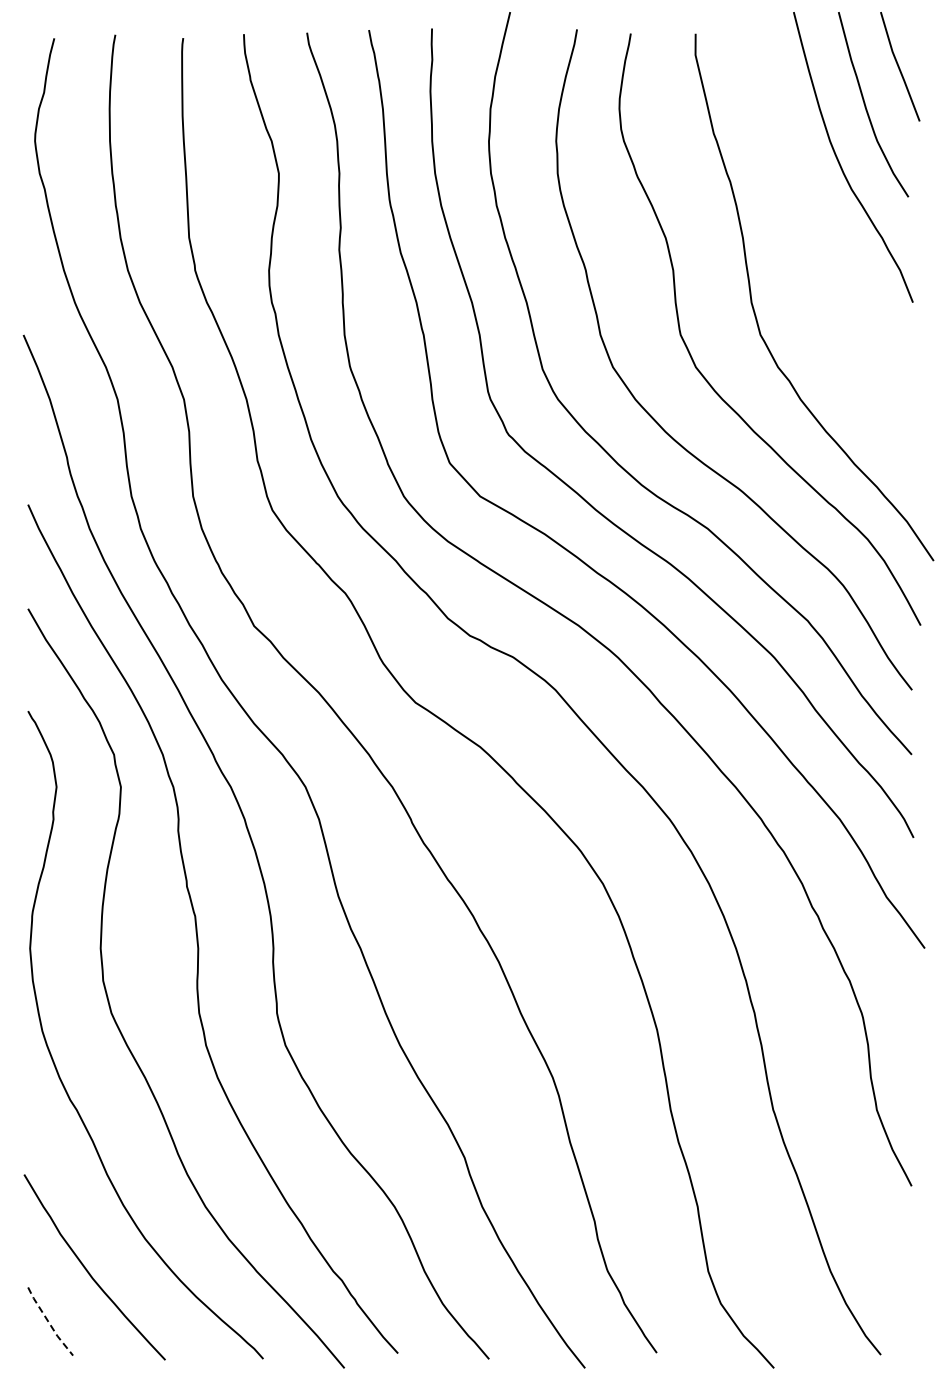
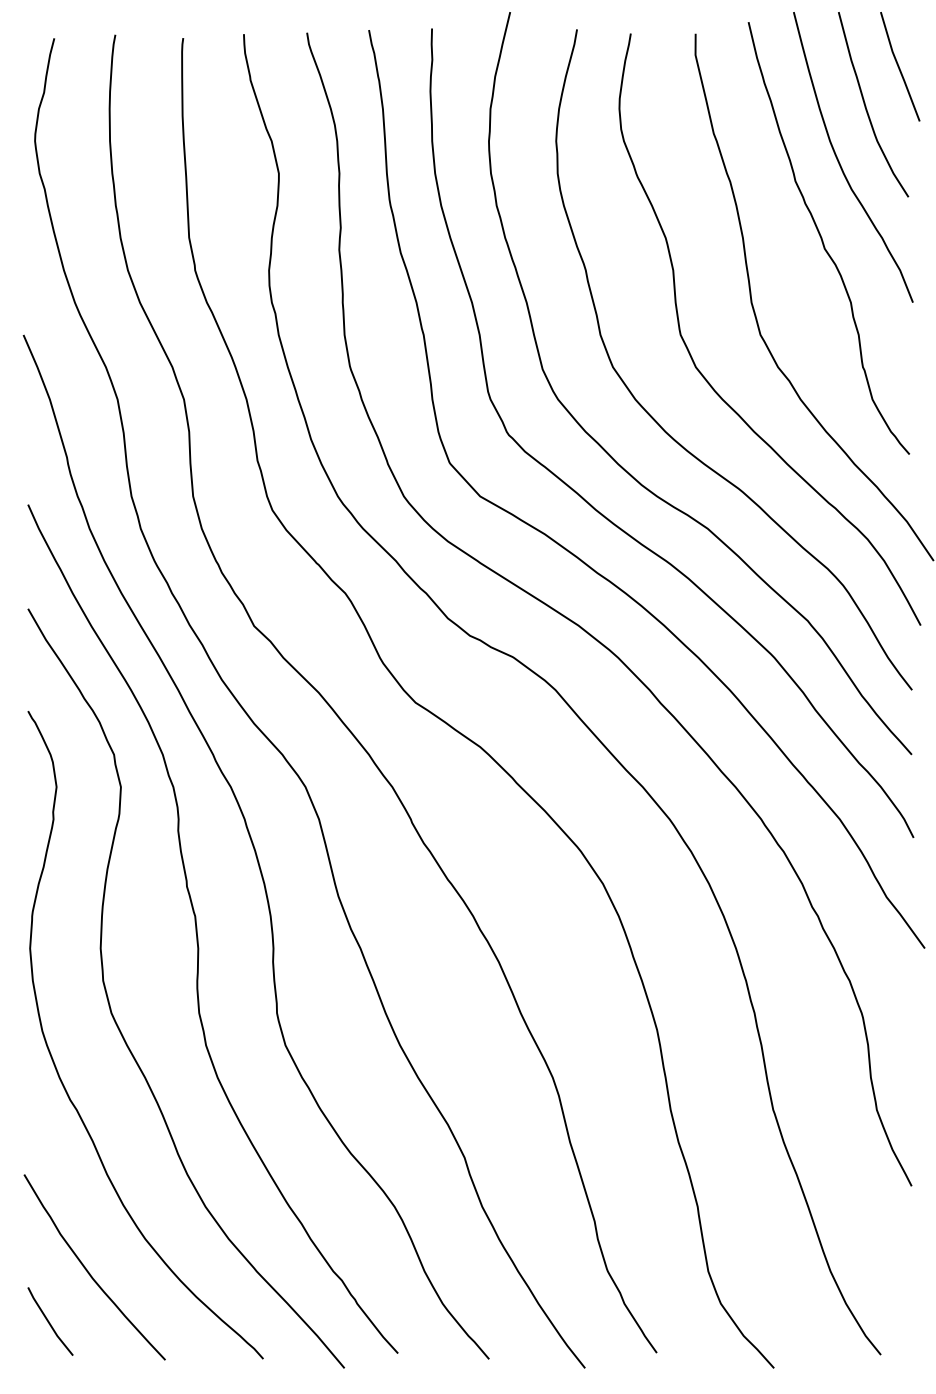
curve at (823, 240): none -> present
line at (48, 1322): dashed -> solid
